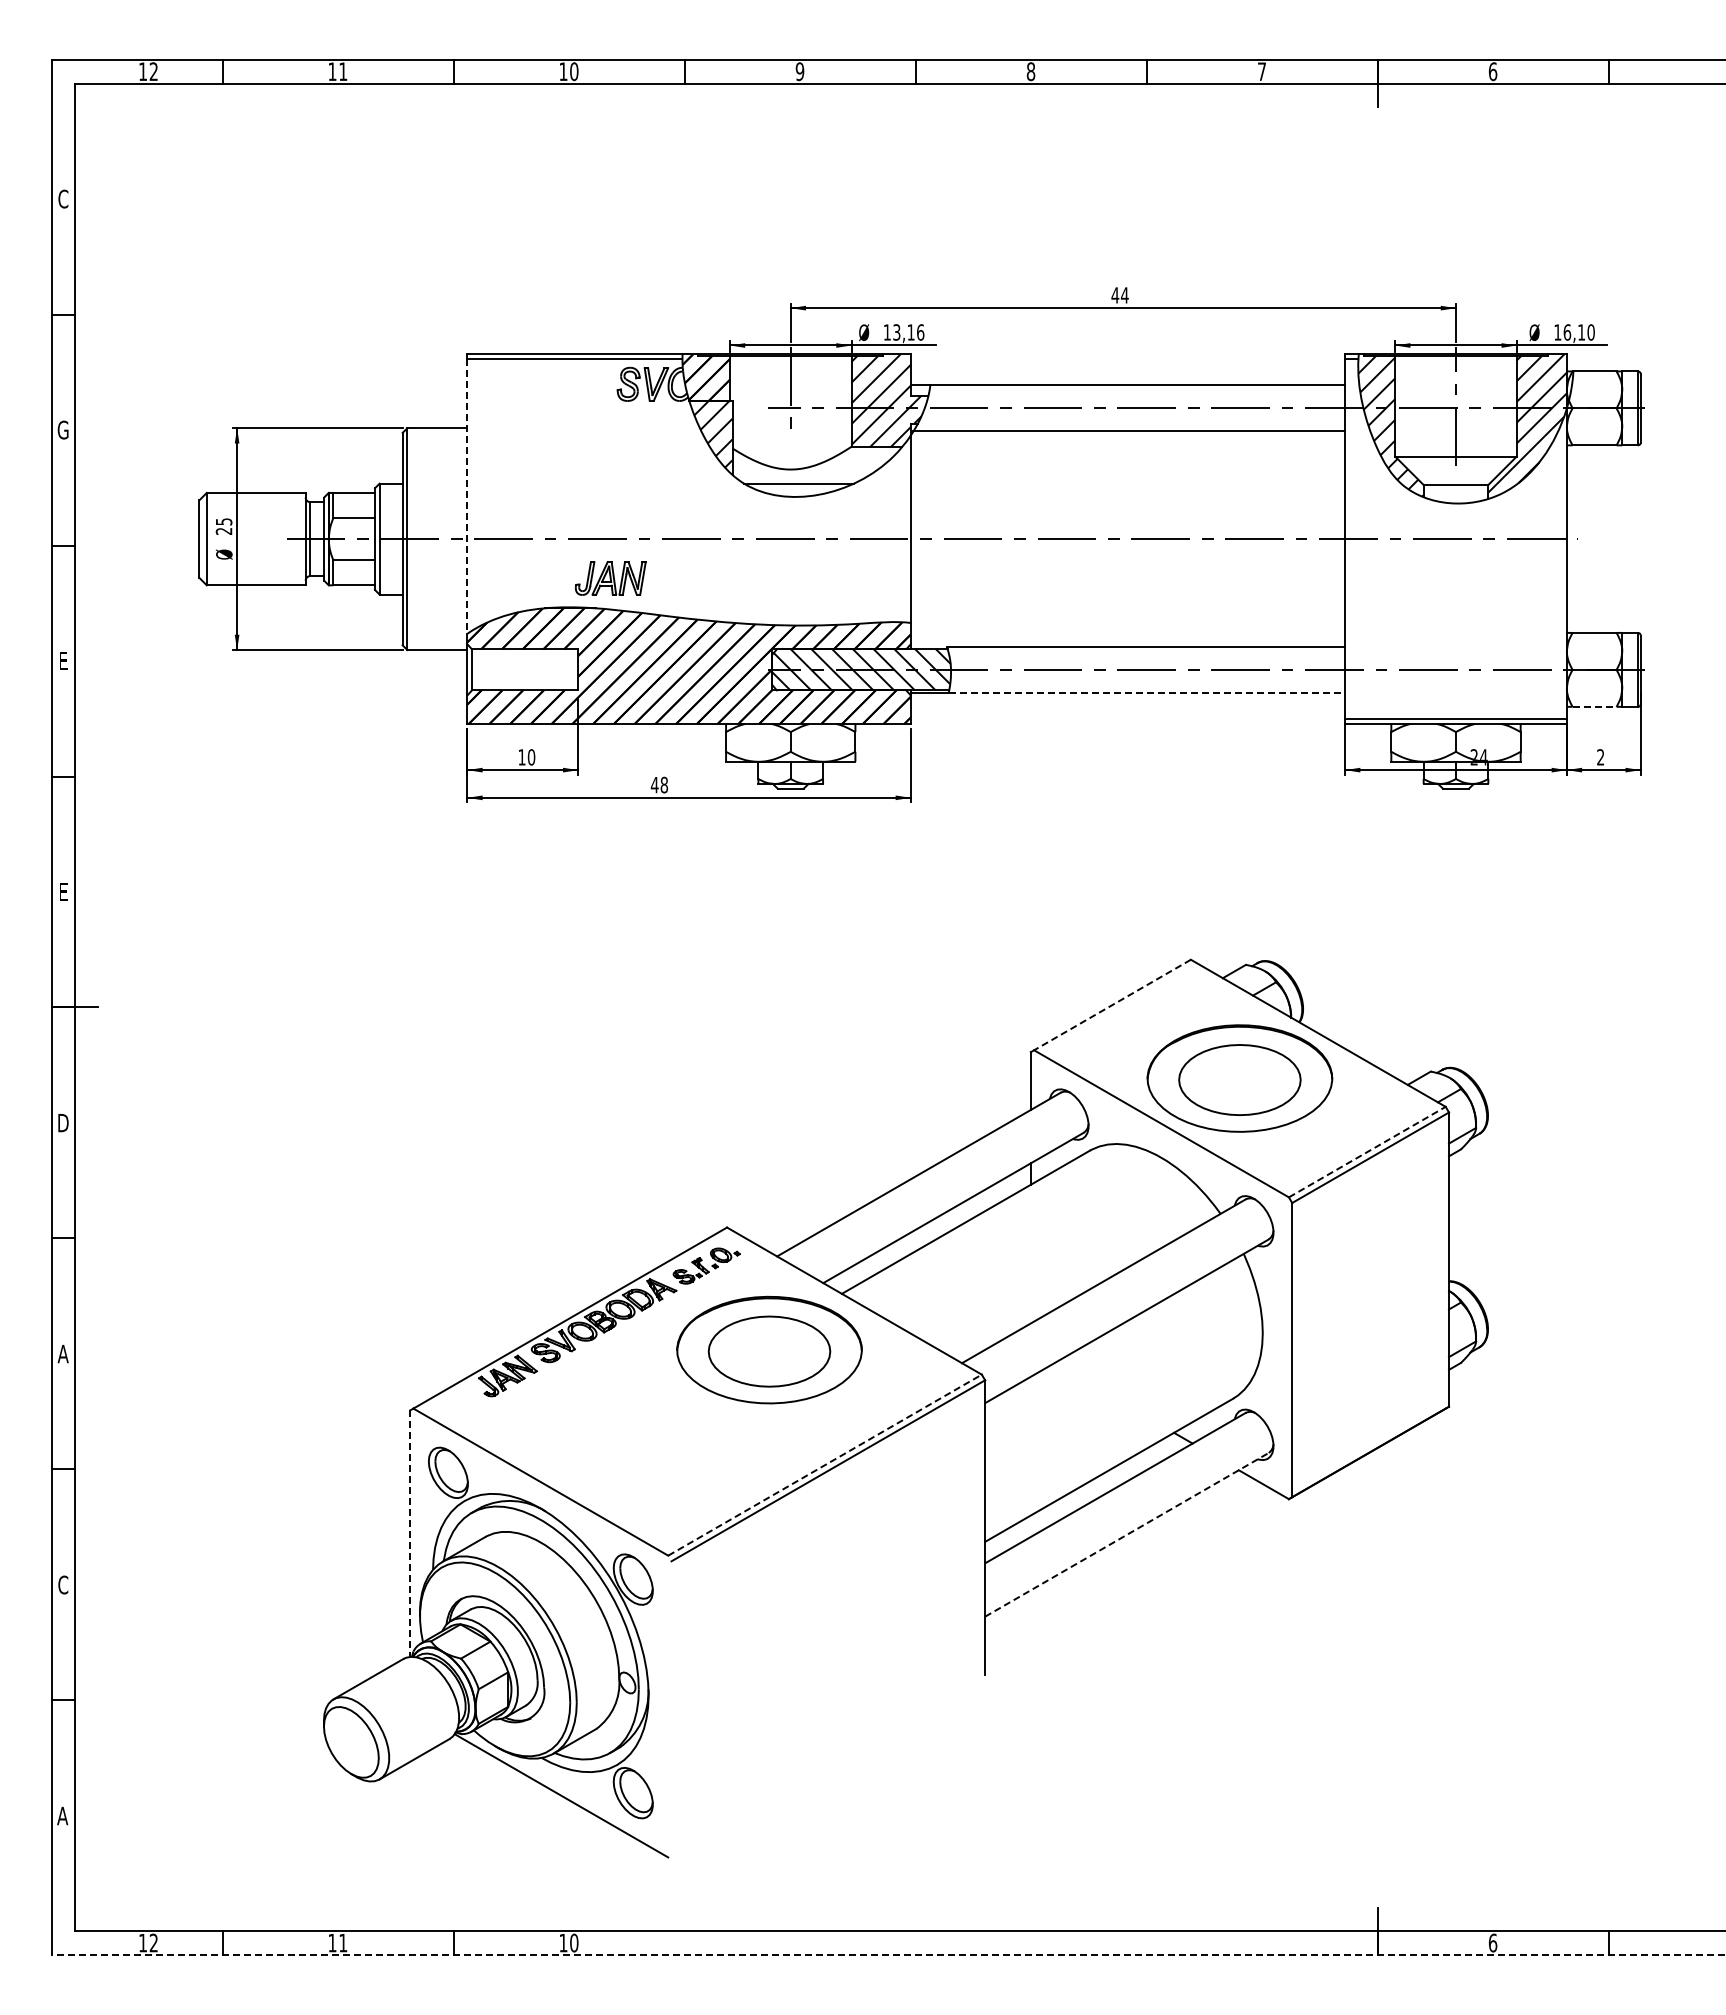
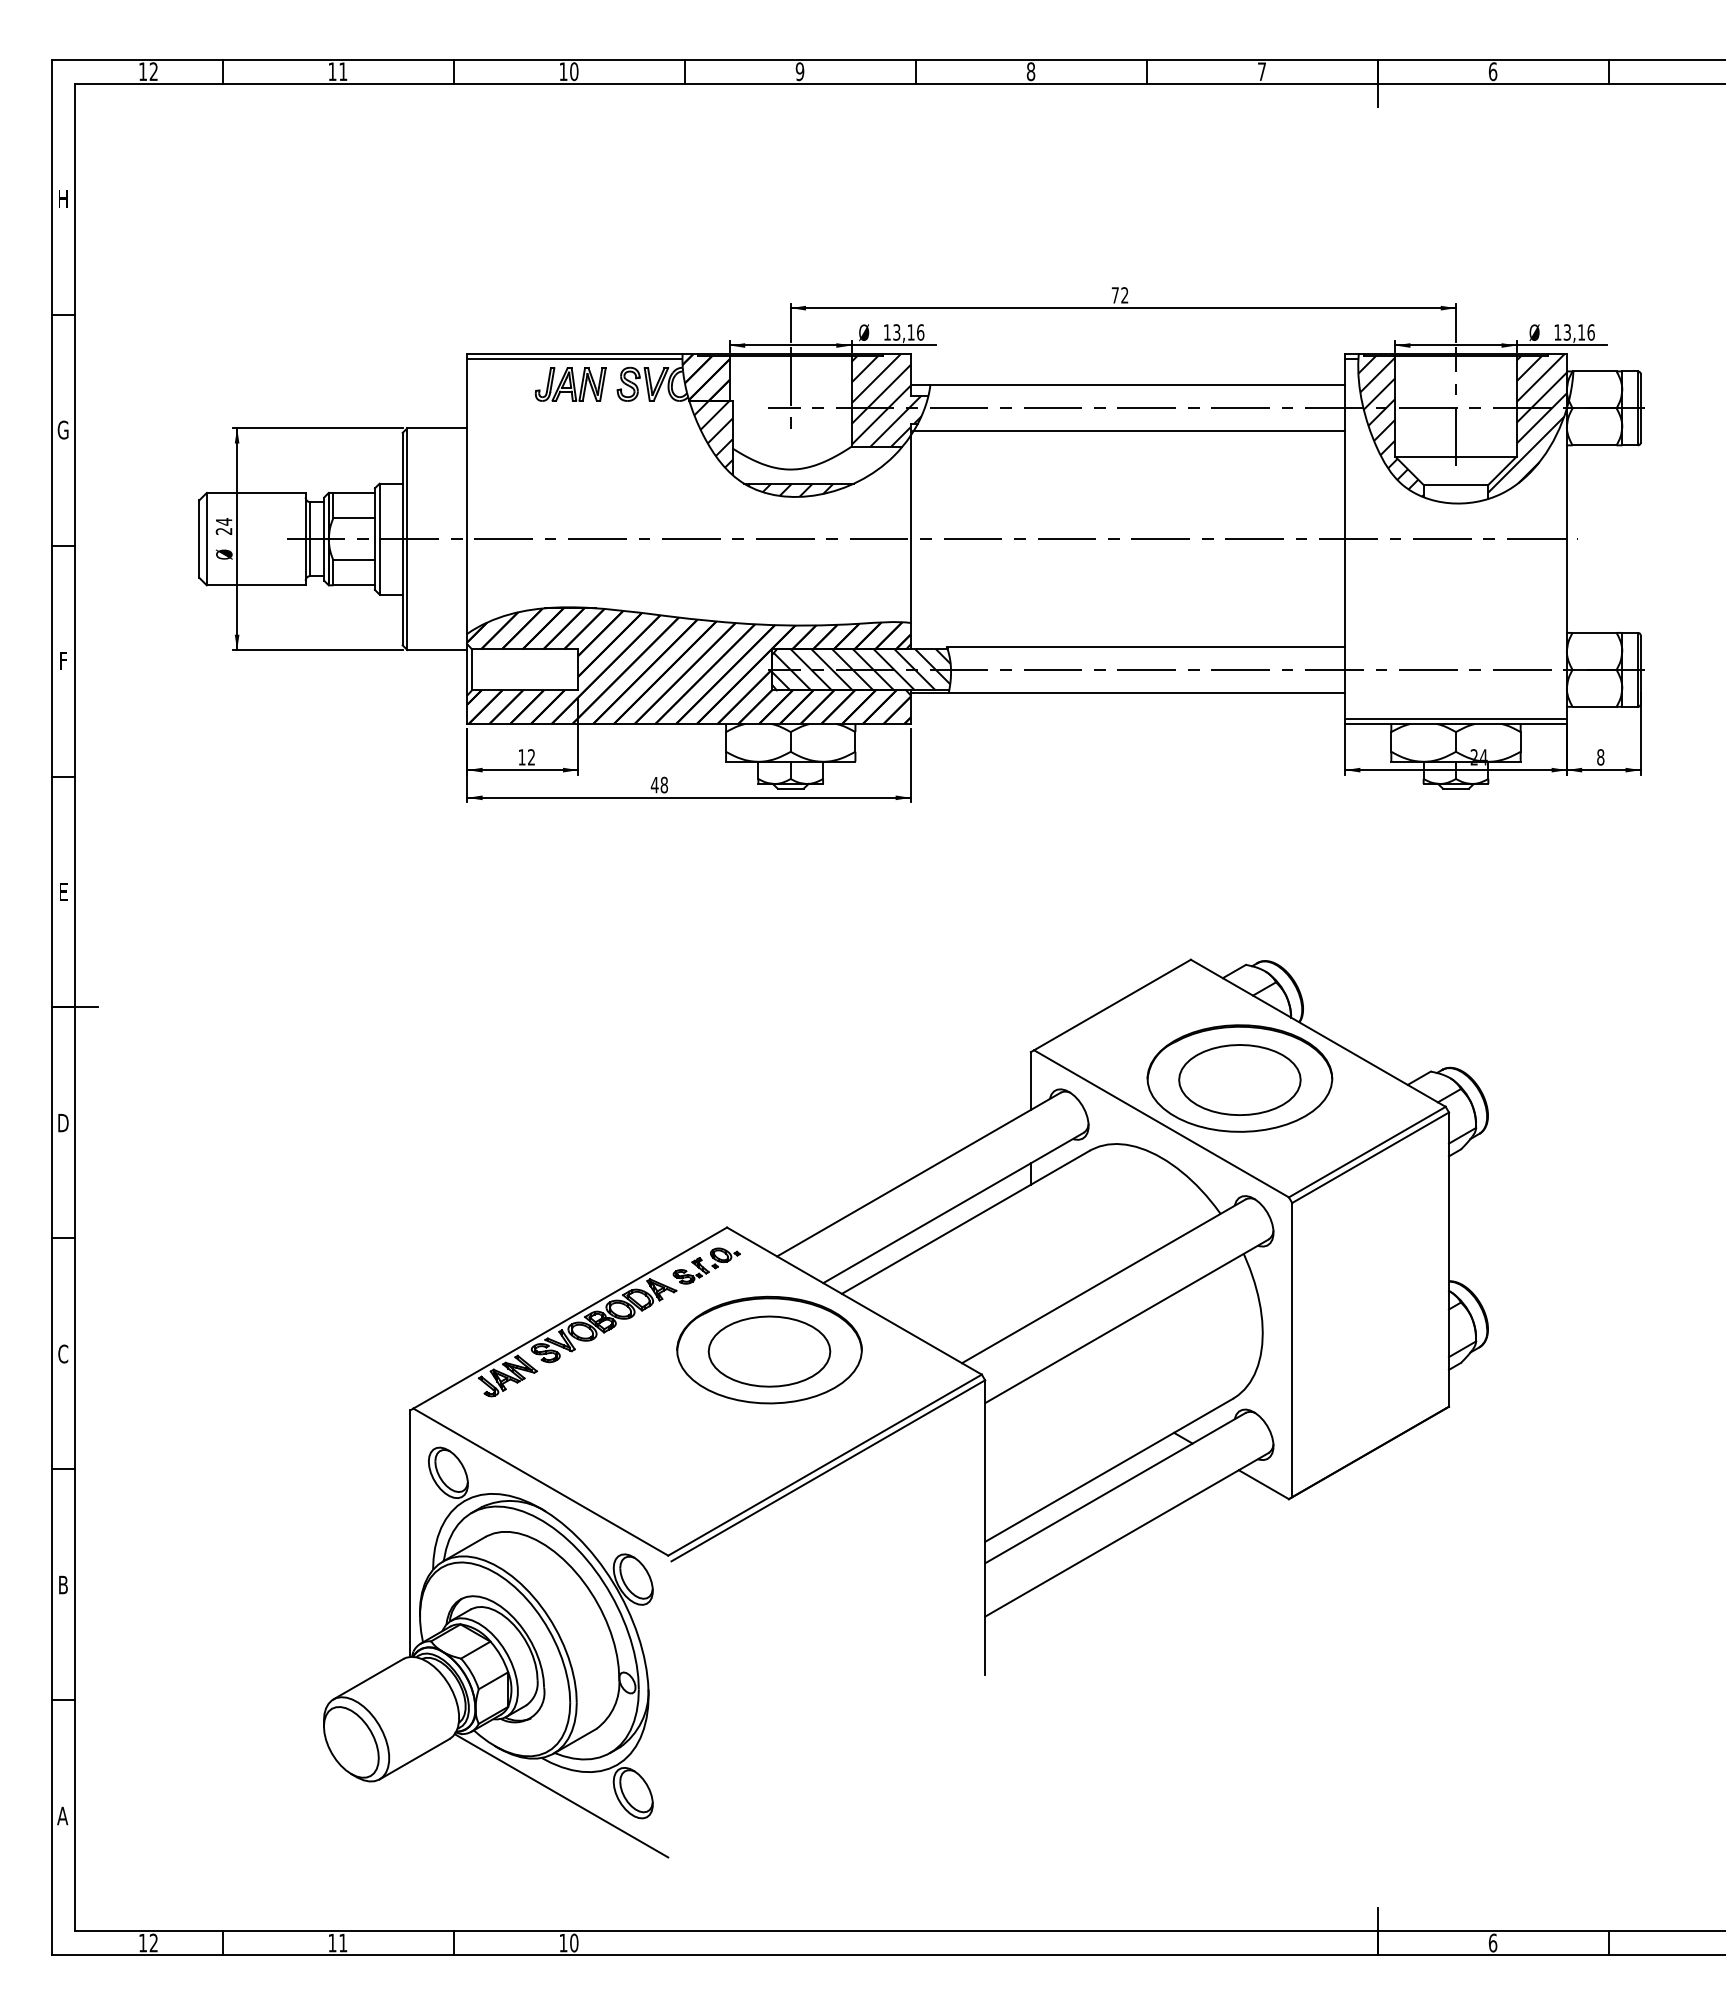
text at (63, 198): C -> H
text at (1119, 295): 44 -> 72
text at (1578, 332): 16,10 -> 13,16
hatch at (790, 489): none -> present
line at (467, 496): dashed -> solid
text at (224, 521): 25 -> 24
part at (610, 578) position: (610, 578) -> (570, 384)
text at (64, 661): E -> F
line at (1147, 692): dashed -> solid
line at (1594, 706): dashed -> solid
text at (531, 757): 10 -> 12
text at (1600, 757): 2 -> 8
line at (1112, 1005): dashed -> solid
line at (1367, 1152): dashed -> solid
text at (62, 1353): A -> C
line at (825, 1464): dashed -> solid
line at (410, 1534): dashed -> solid
line at (1126, 1534): dashed -> solid
text at (63, 1584): C -> B
line at (888, 1954): dashed -> solid
